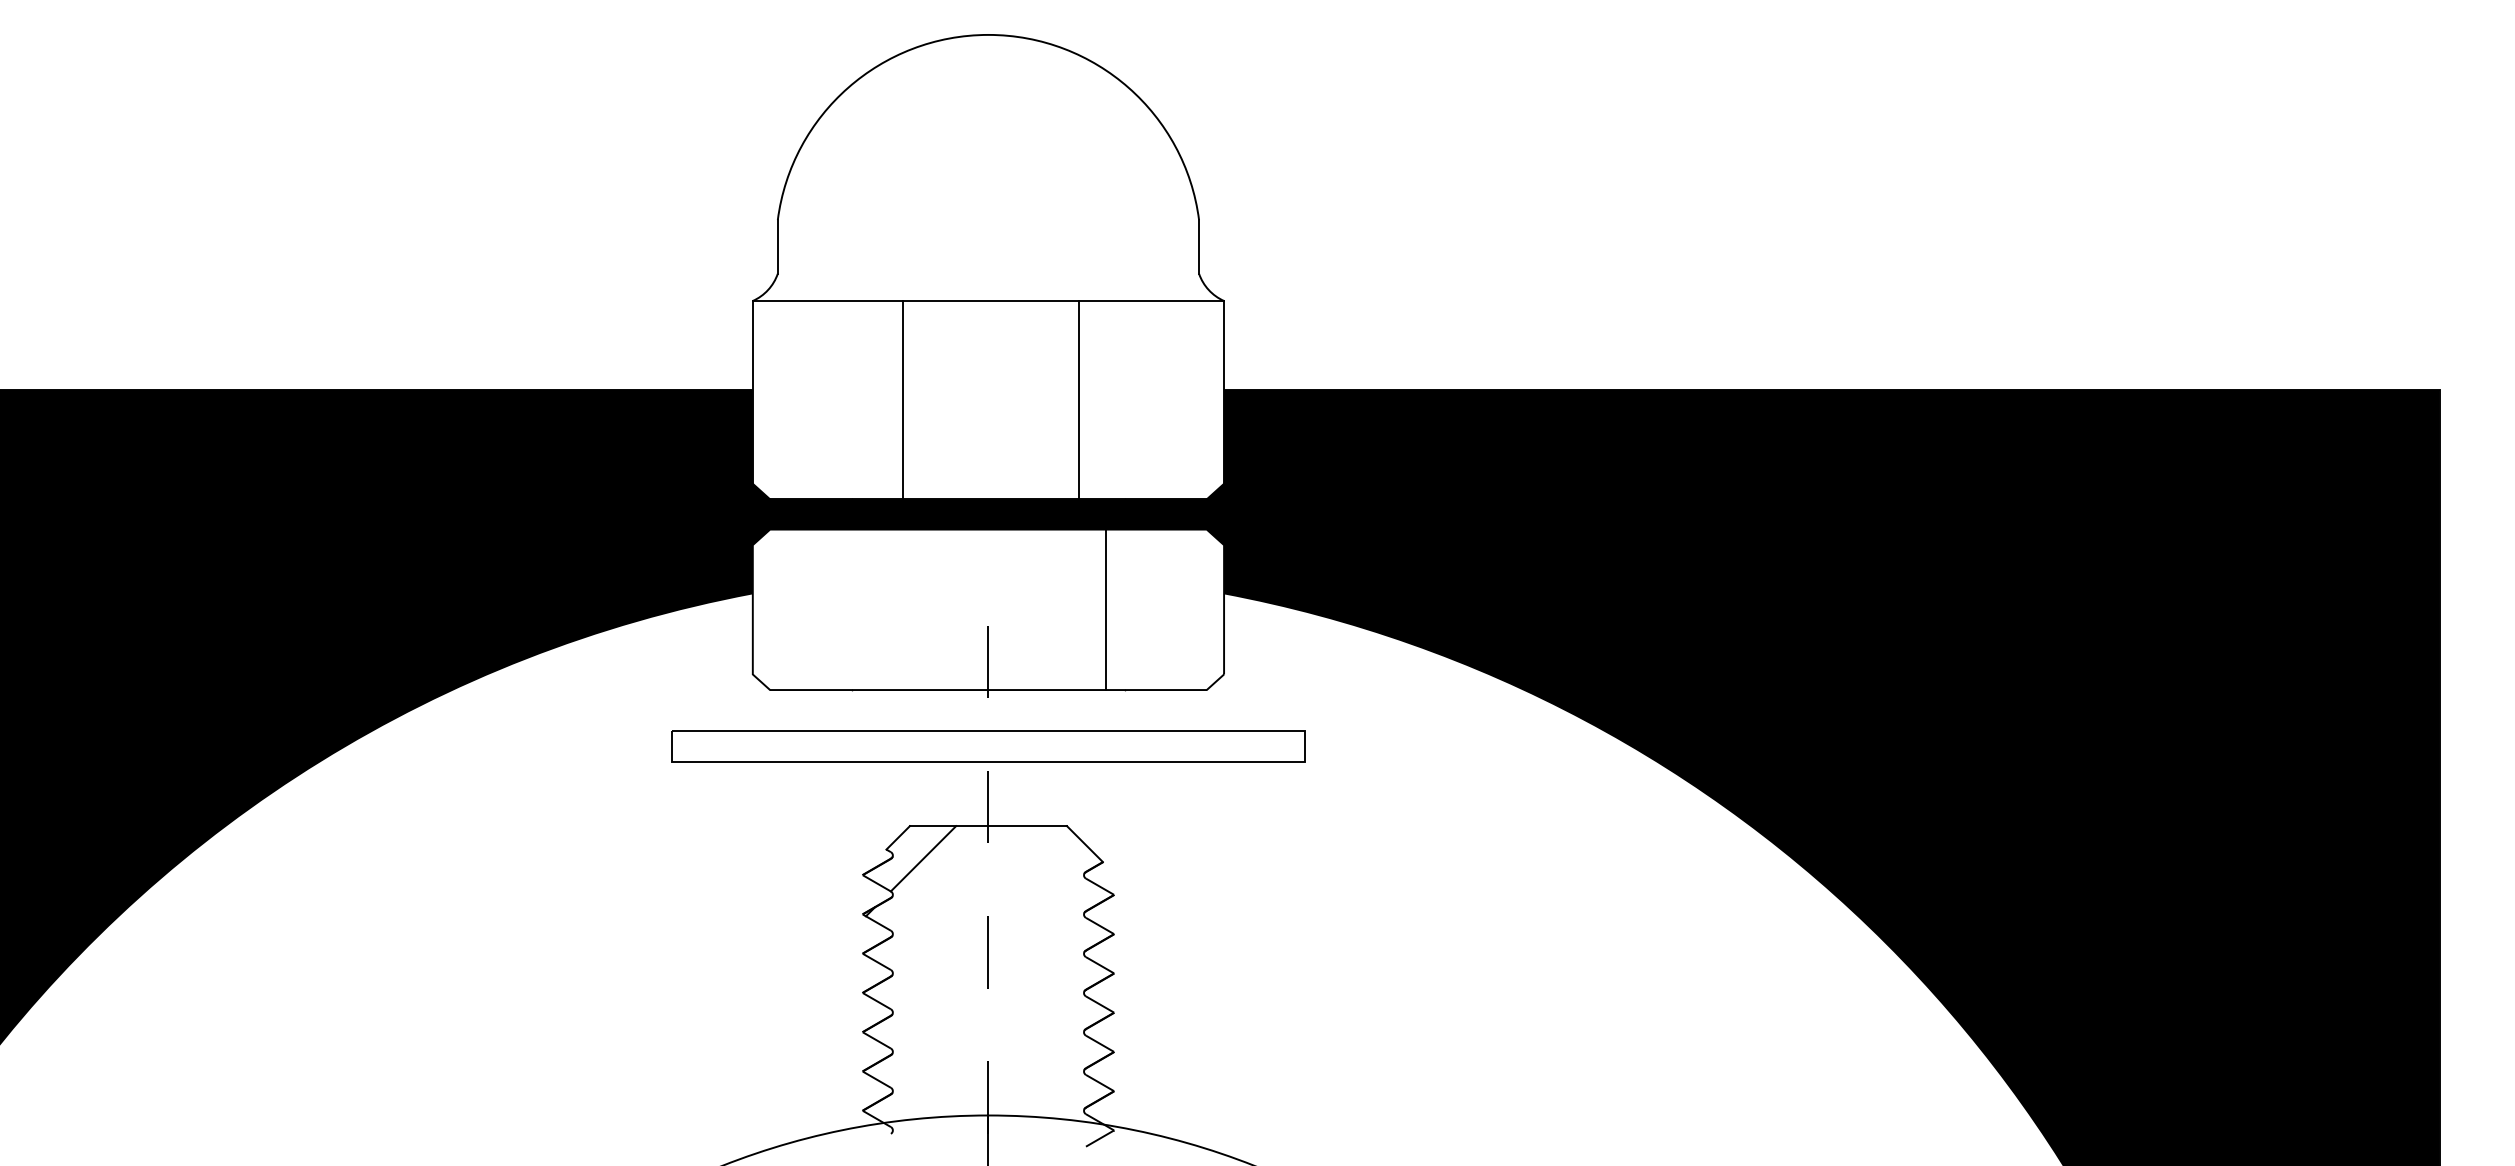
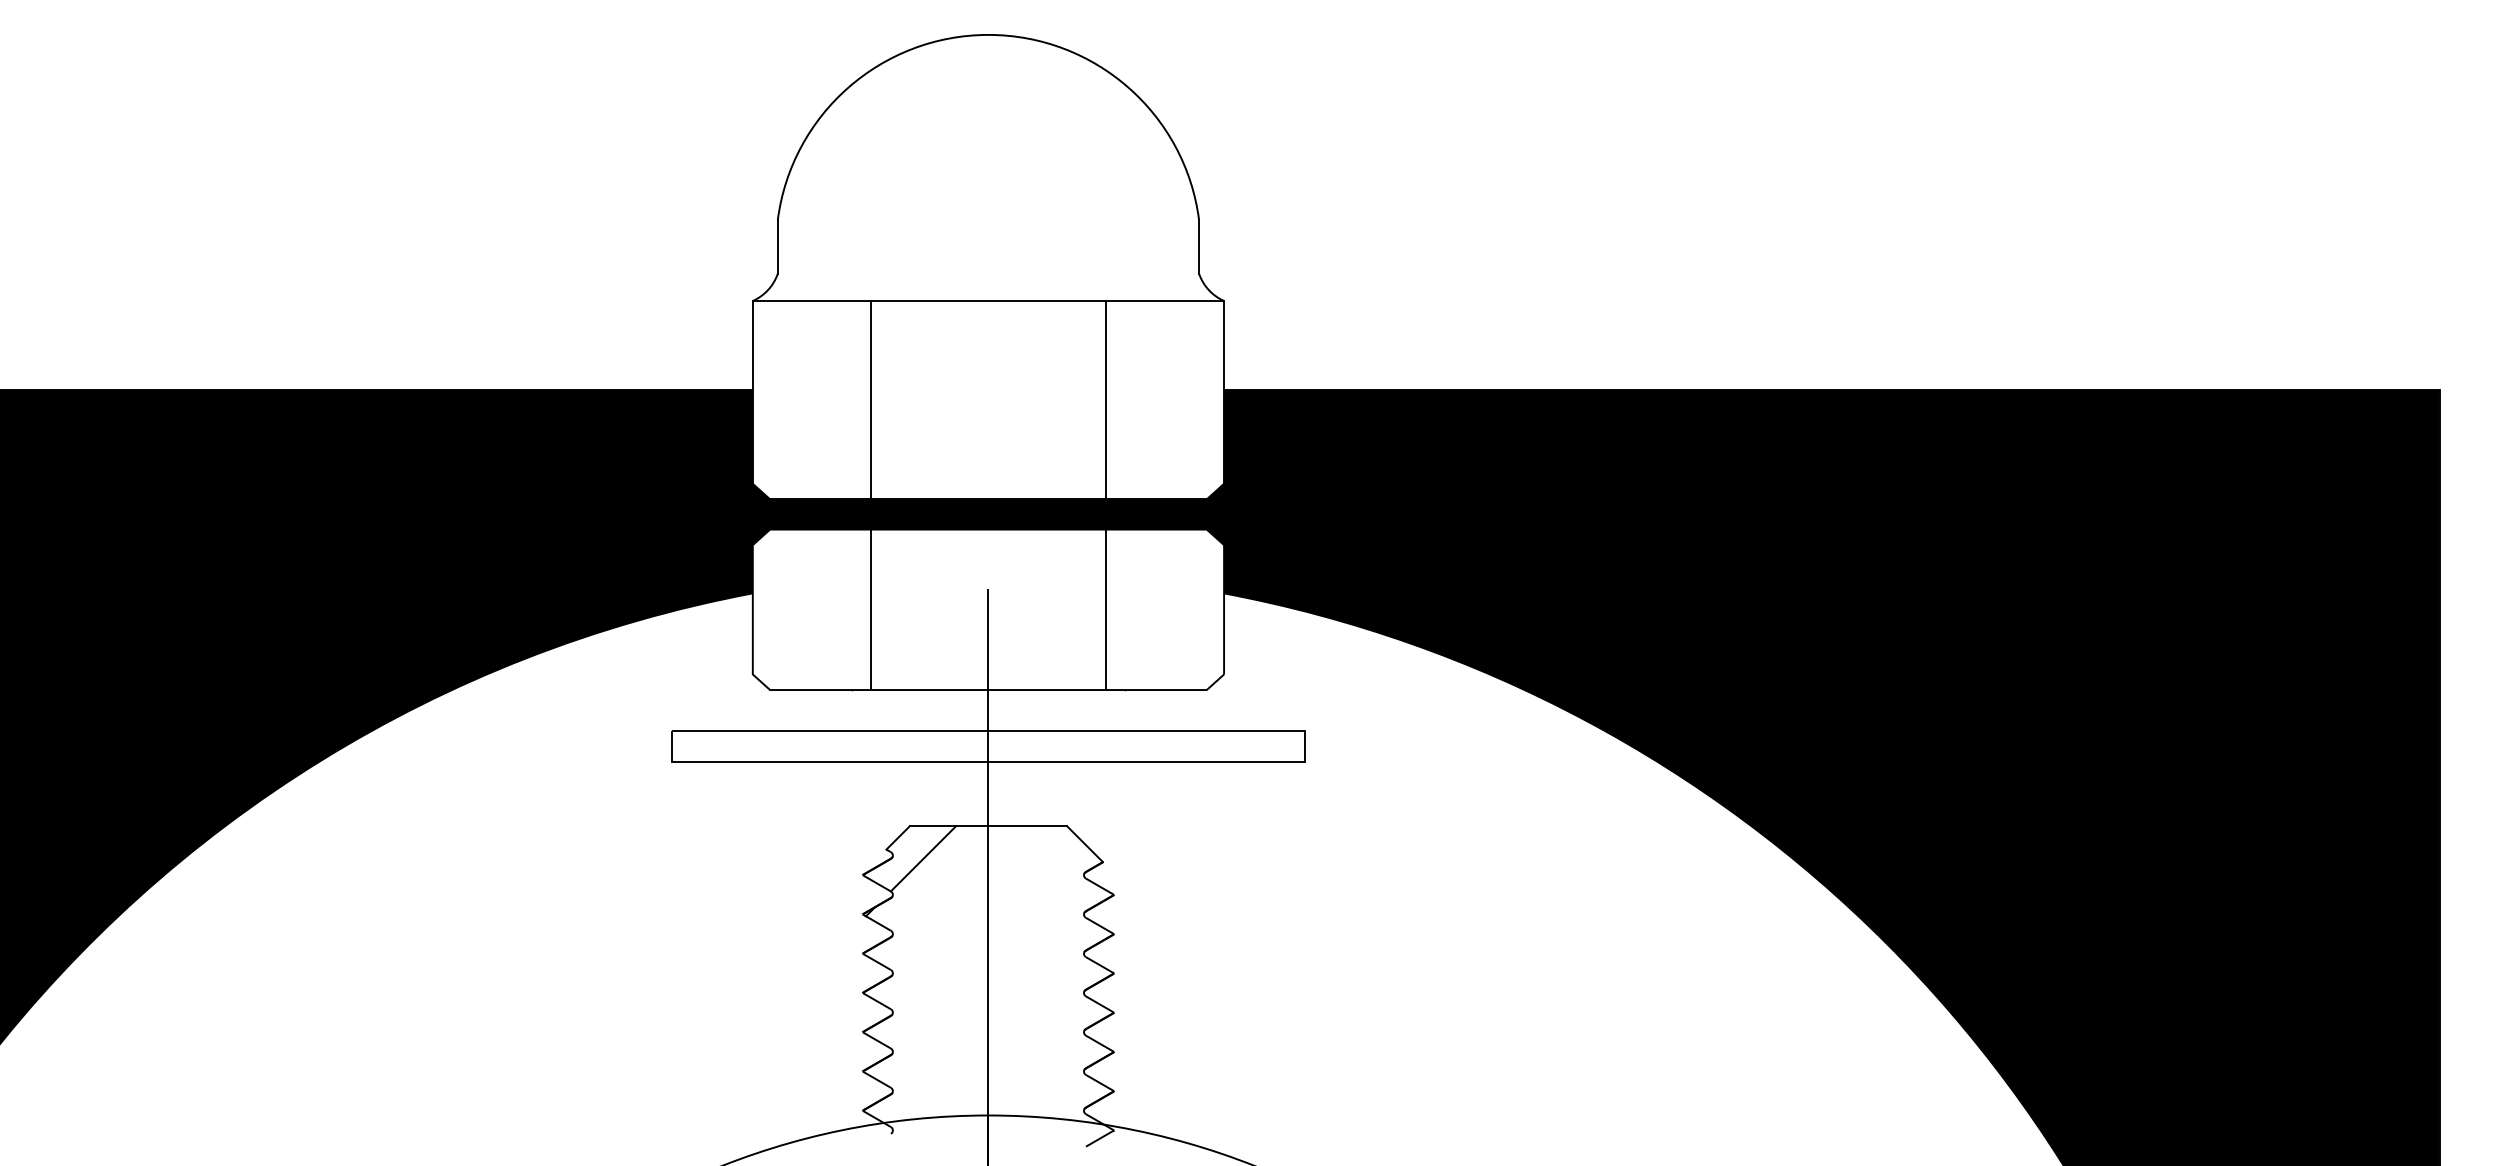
line at (902, 400) position: (902, 400) -> (870, 400)
line at (1079, 400) position: (1079, 400) -> (1106, 400)
line at (870, 609): none -> present
line at (988, 877): dashed -> solid
